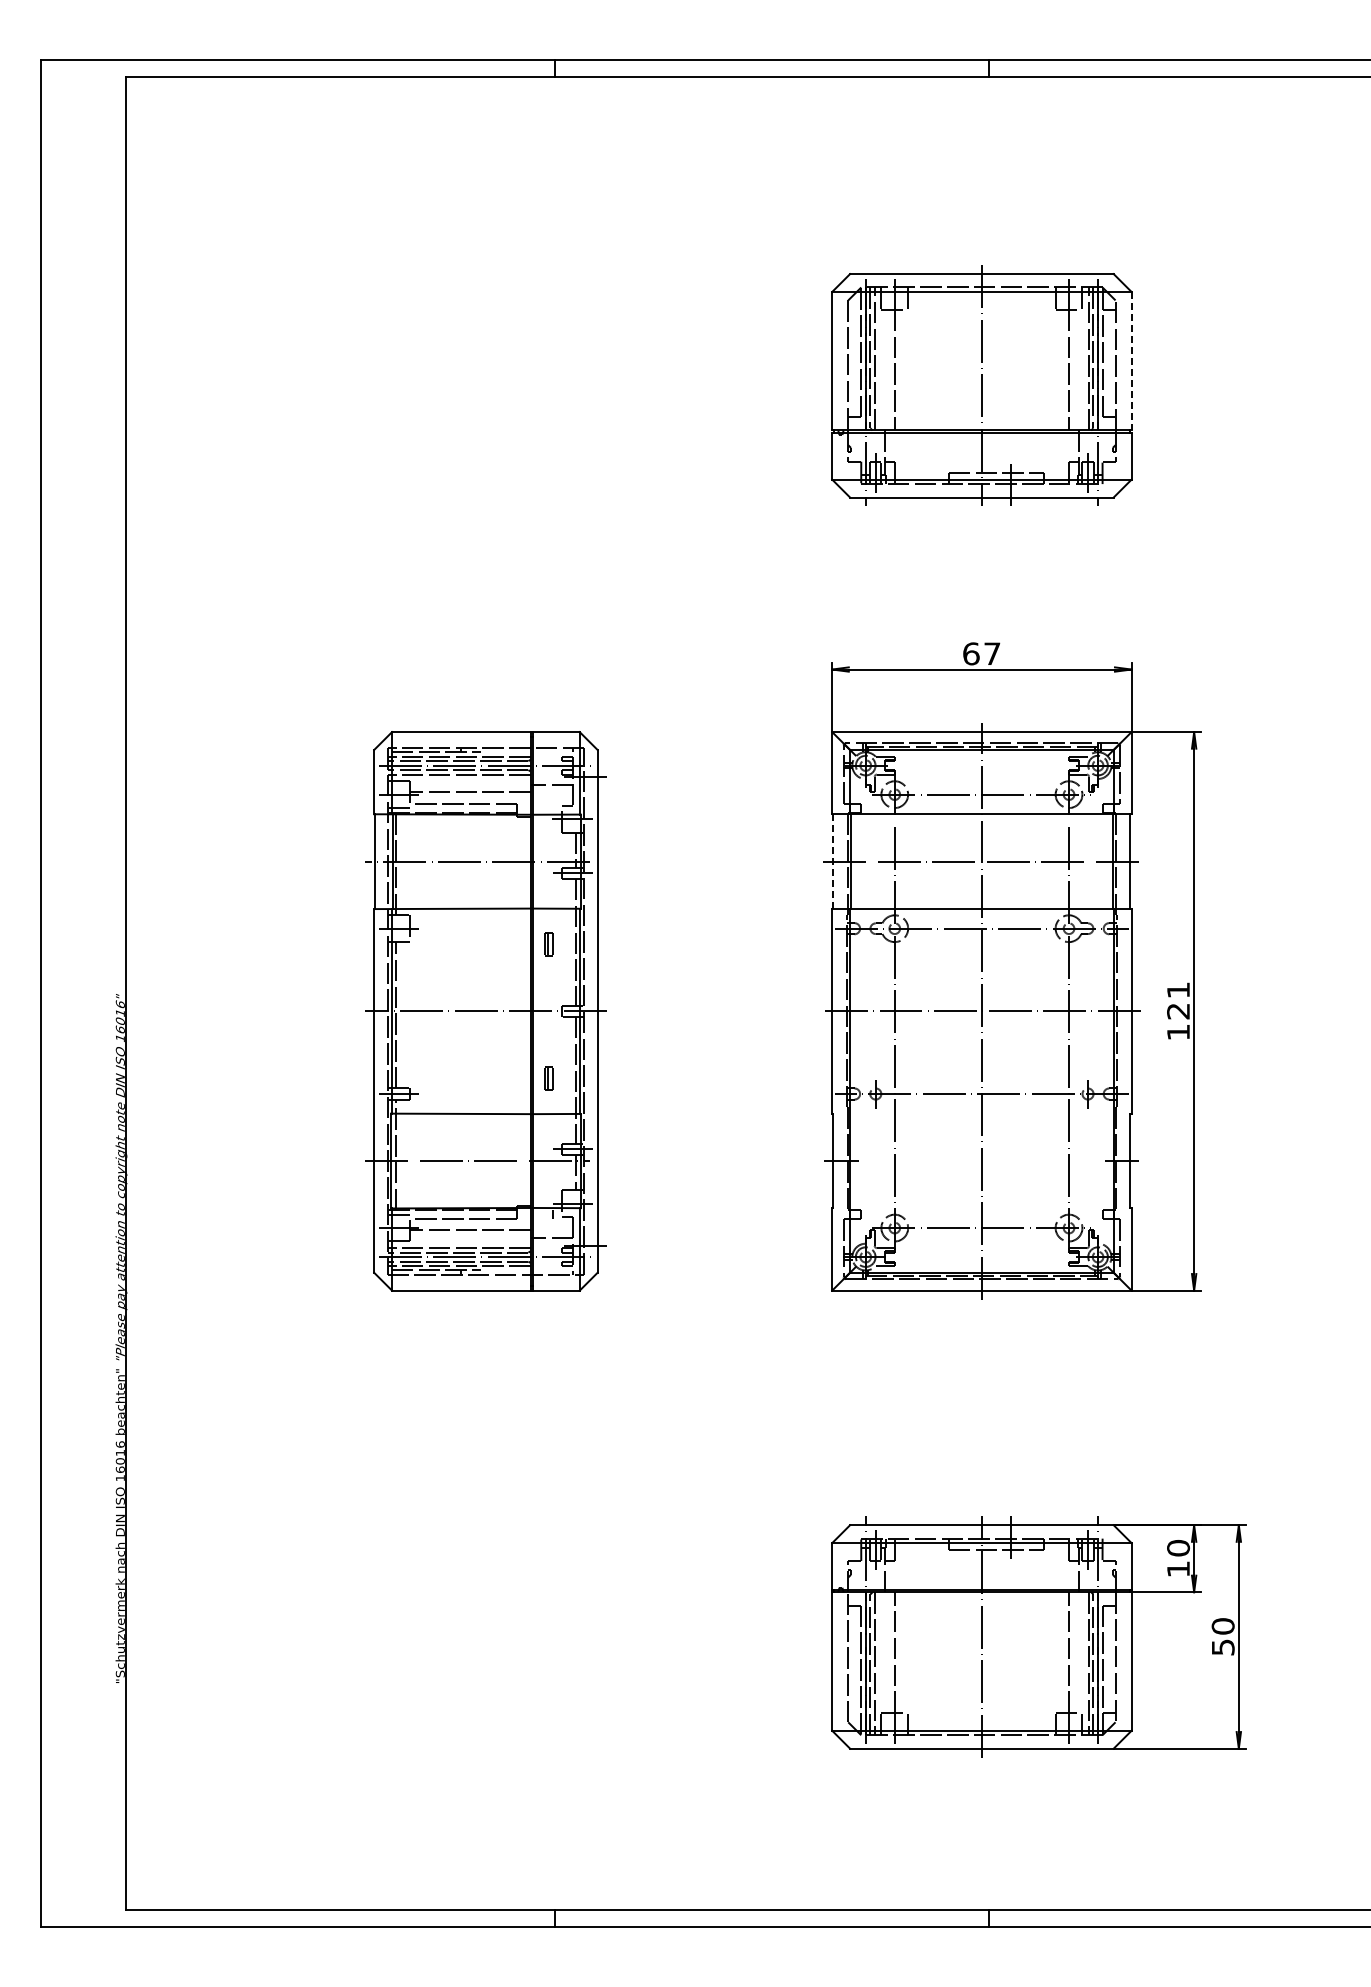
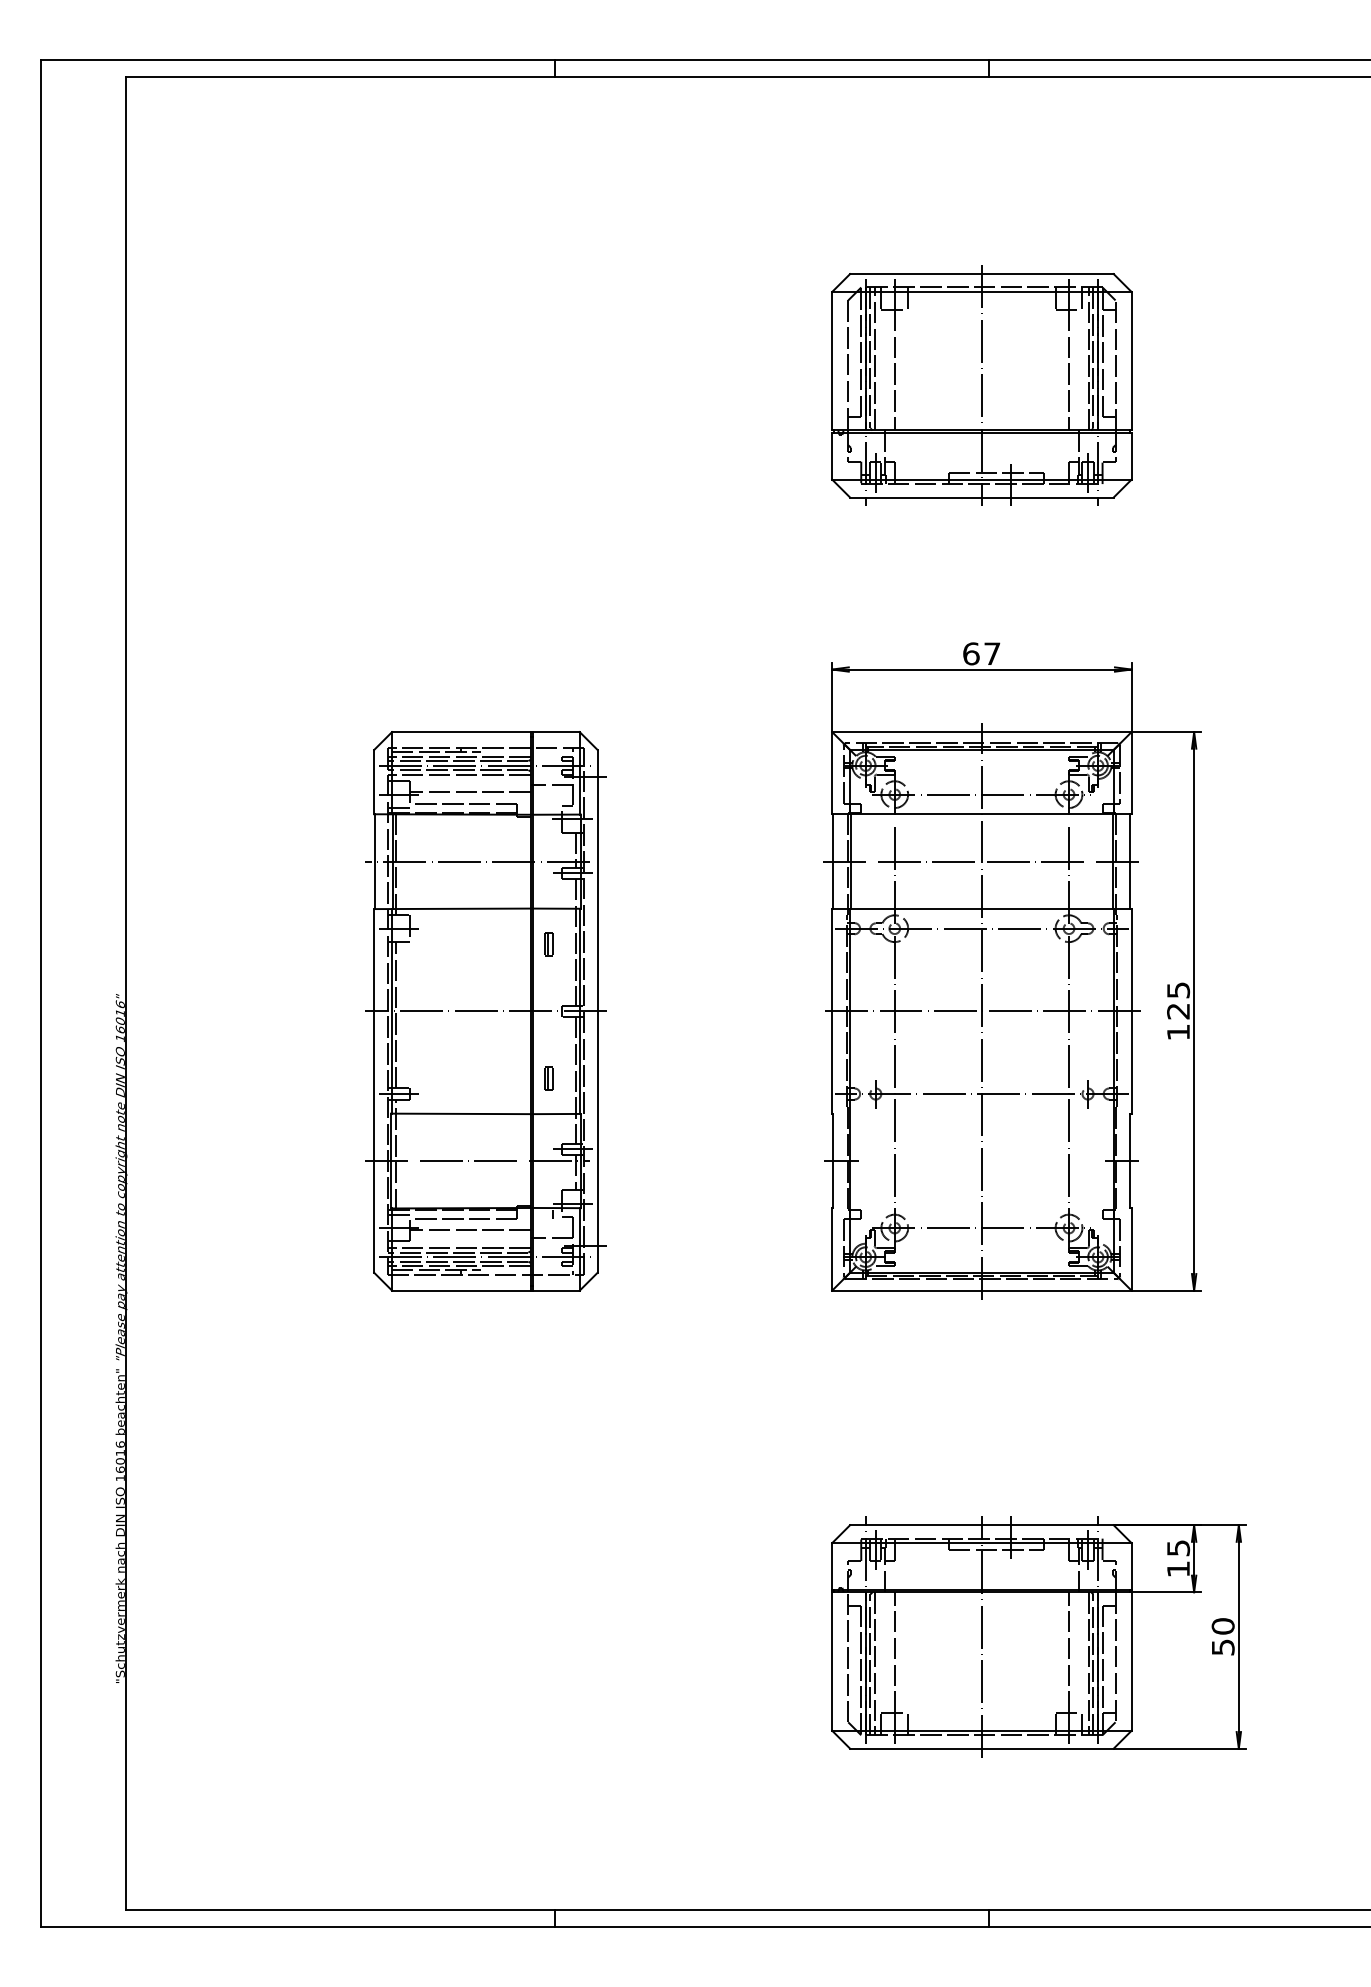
line at (1131, 361): dashed -> solid
line at (833, 862): dashed -> solid
text at (1178, 990): 121 -> 125
text at (1178, 1548): 10 -> 15
